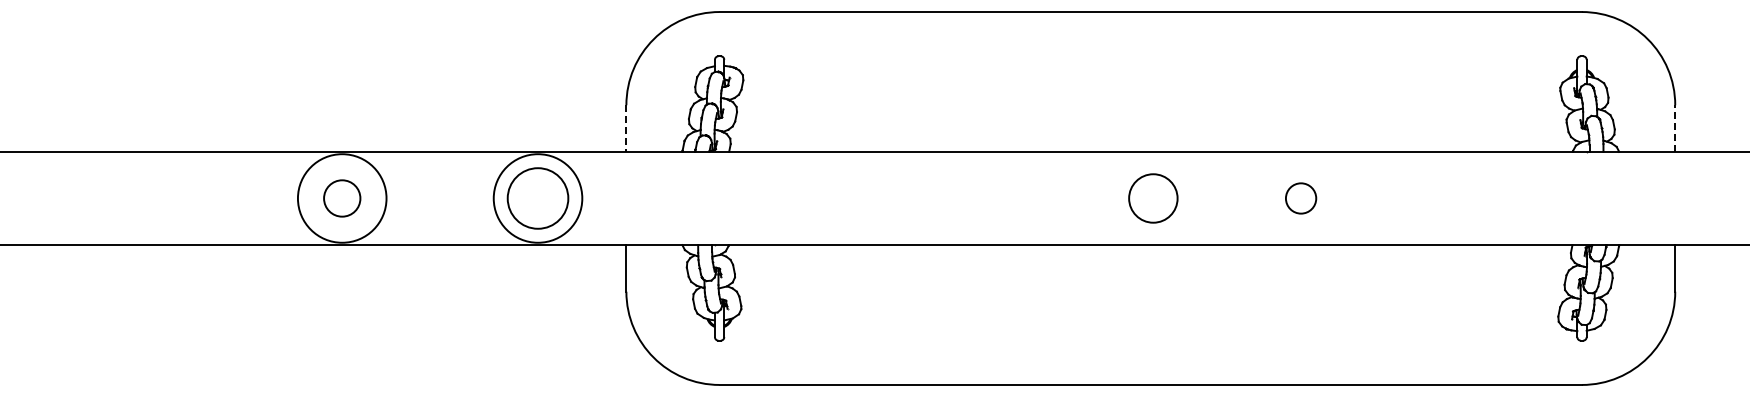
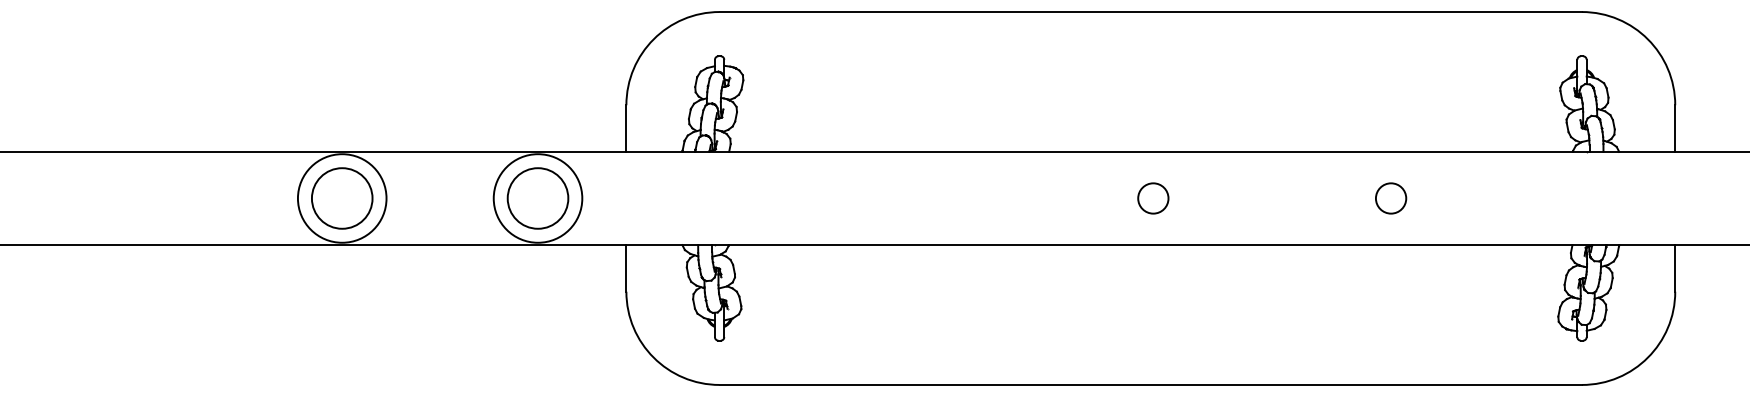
line at (1675, 128): dashed -> solid
line at (626, 129): dashed -> solid
circle at (342, 198) diameter: 36 px -> 61 px
circle at (1153, 198) diameter: 48 px -> 30 px
circle at (1301, 198) position: (1301, 198) -> (1391, 198)
